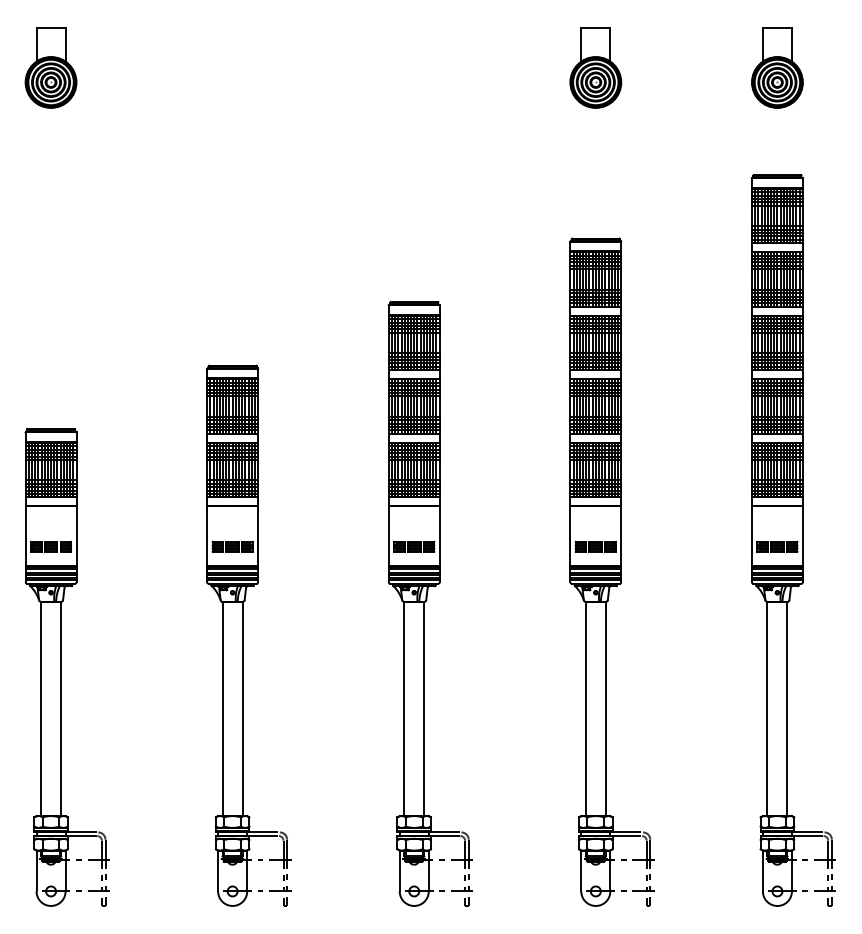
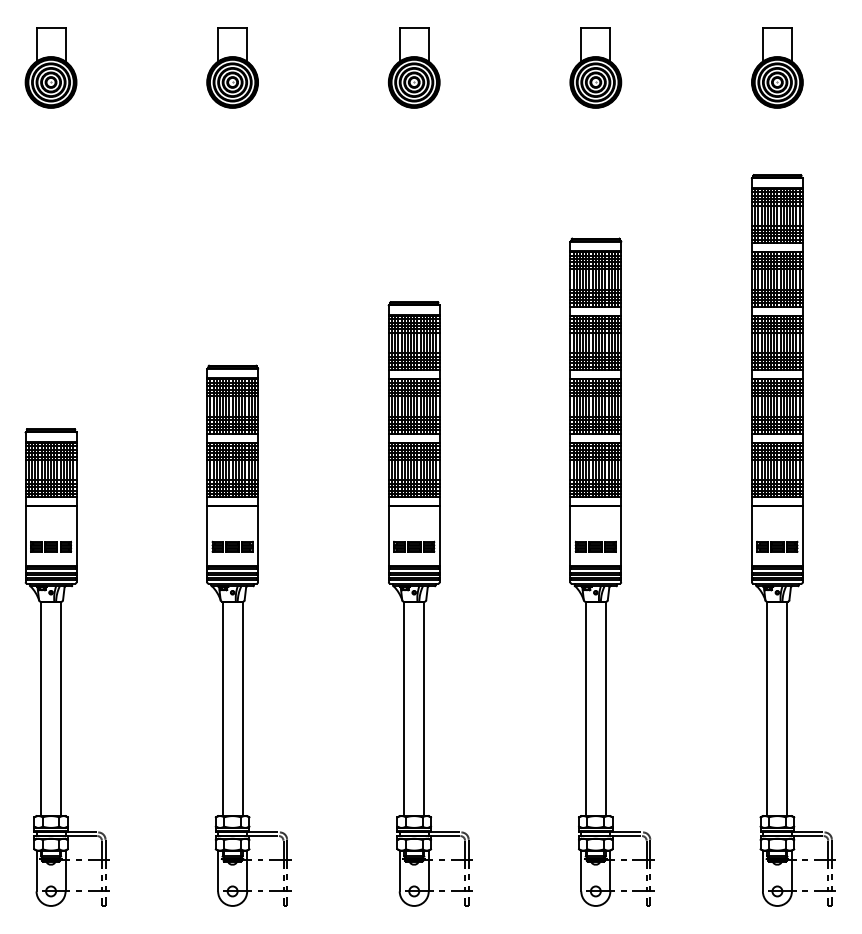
part at (232, 67): none -> present
part at (413, 67): none -> present
